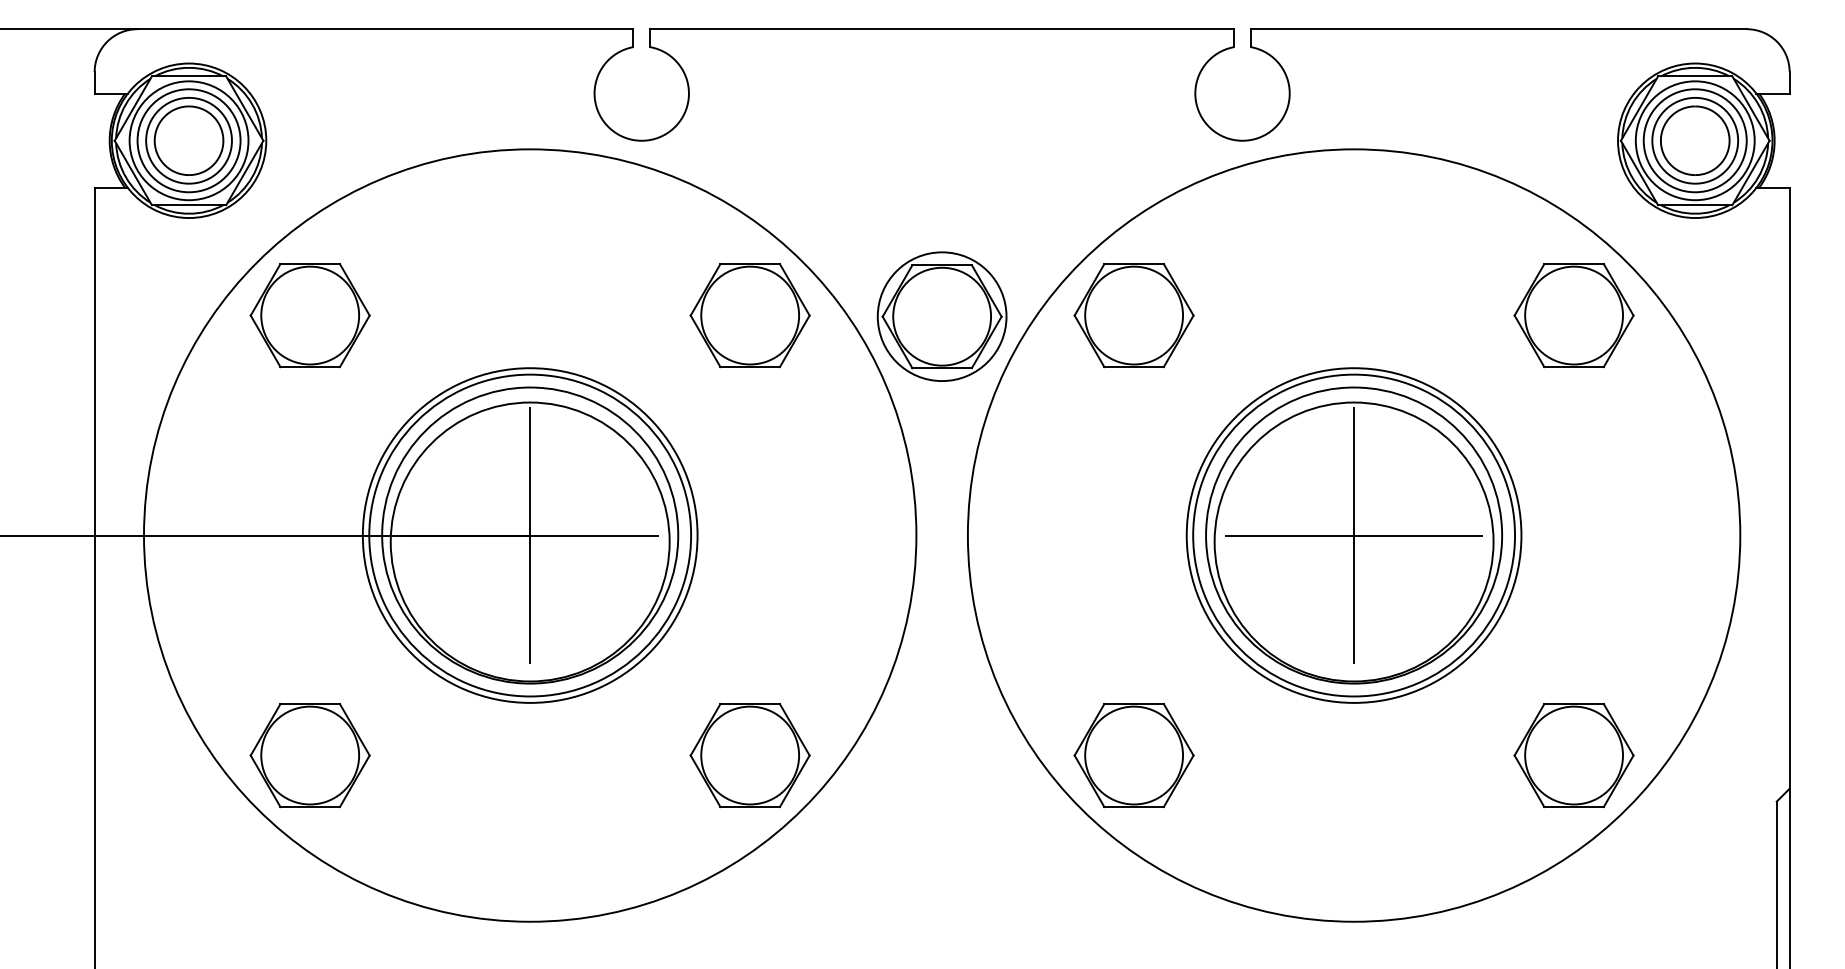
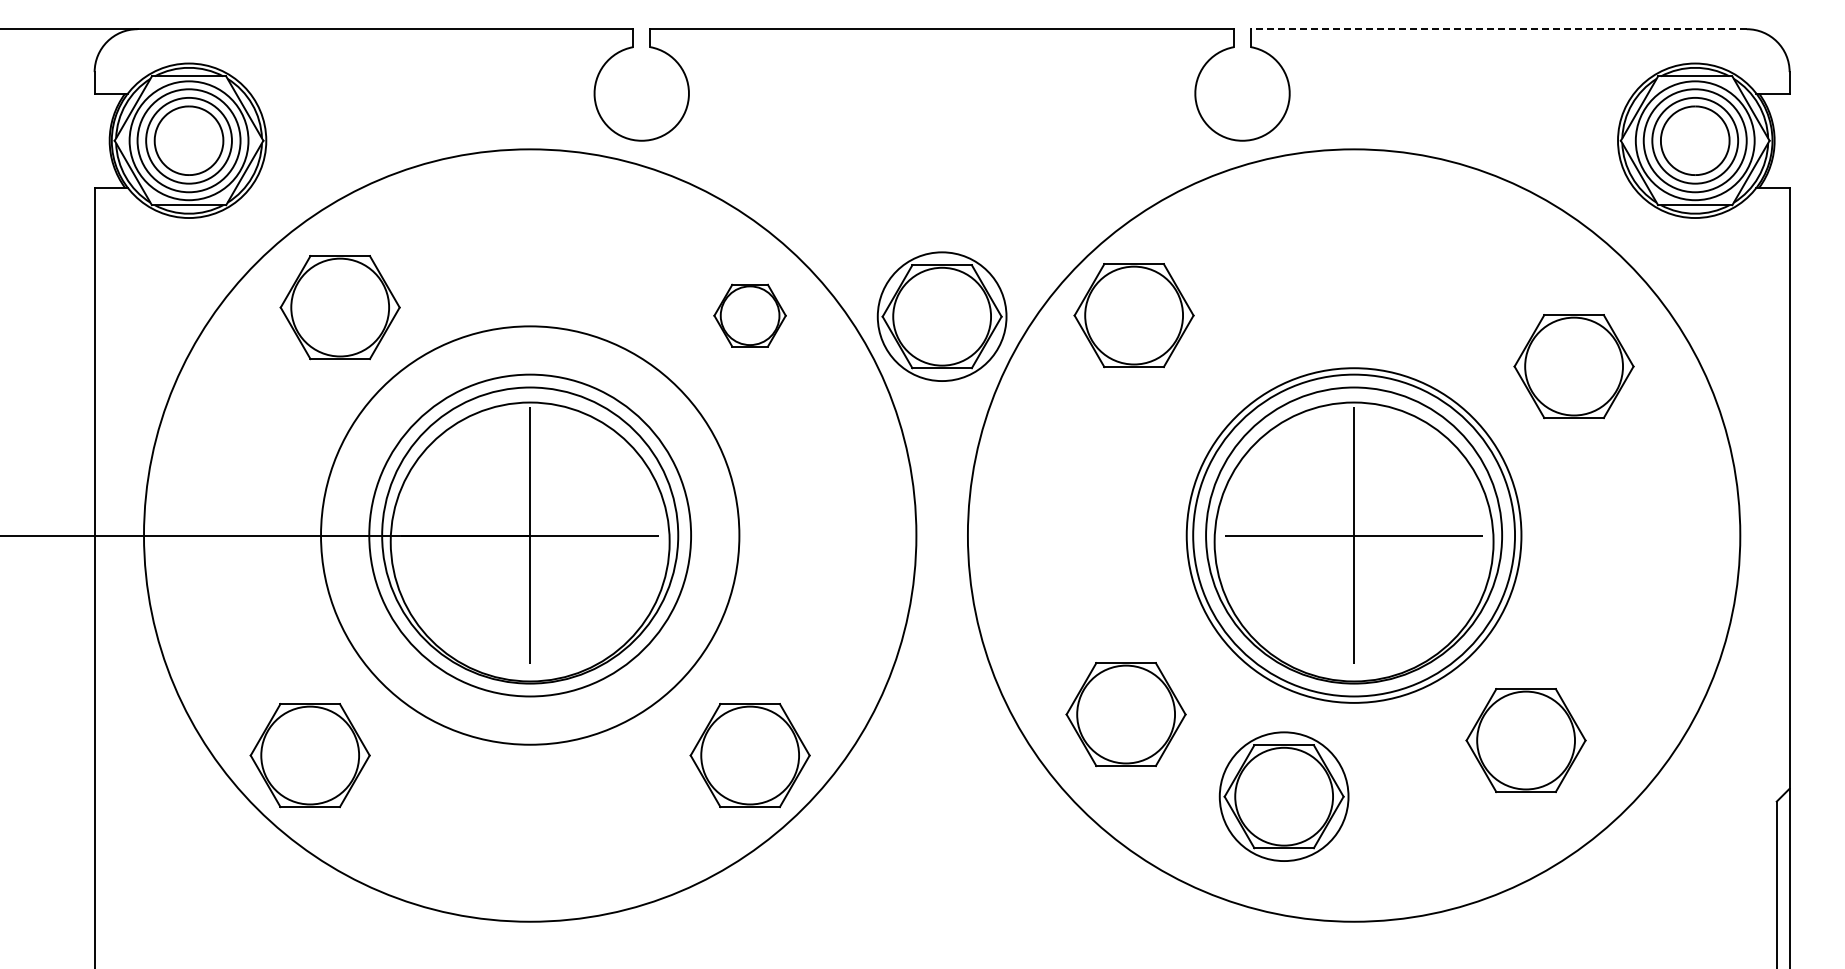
line at (1498, 29): solid -> dashed
part at (309, 315) position: (309, 315) -> (339, 307)
part at (749, 315) size: 122x106 px -> 74x65 px
part at (1573, 315) position: (1573, 315) -> (1573, 366)
circle at (529, 535) diameter: 335 px -> 418 px
part at (1133, 755) position: (1133, 755) -> (1125, 714)
part at (1573, 755) position: (1573, 755) -> (1525, 740)
part at (1283, 796): none -> present
